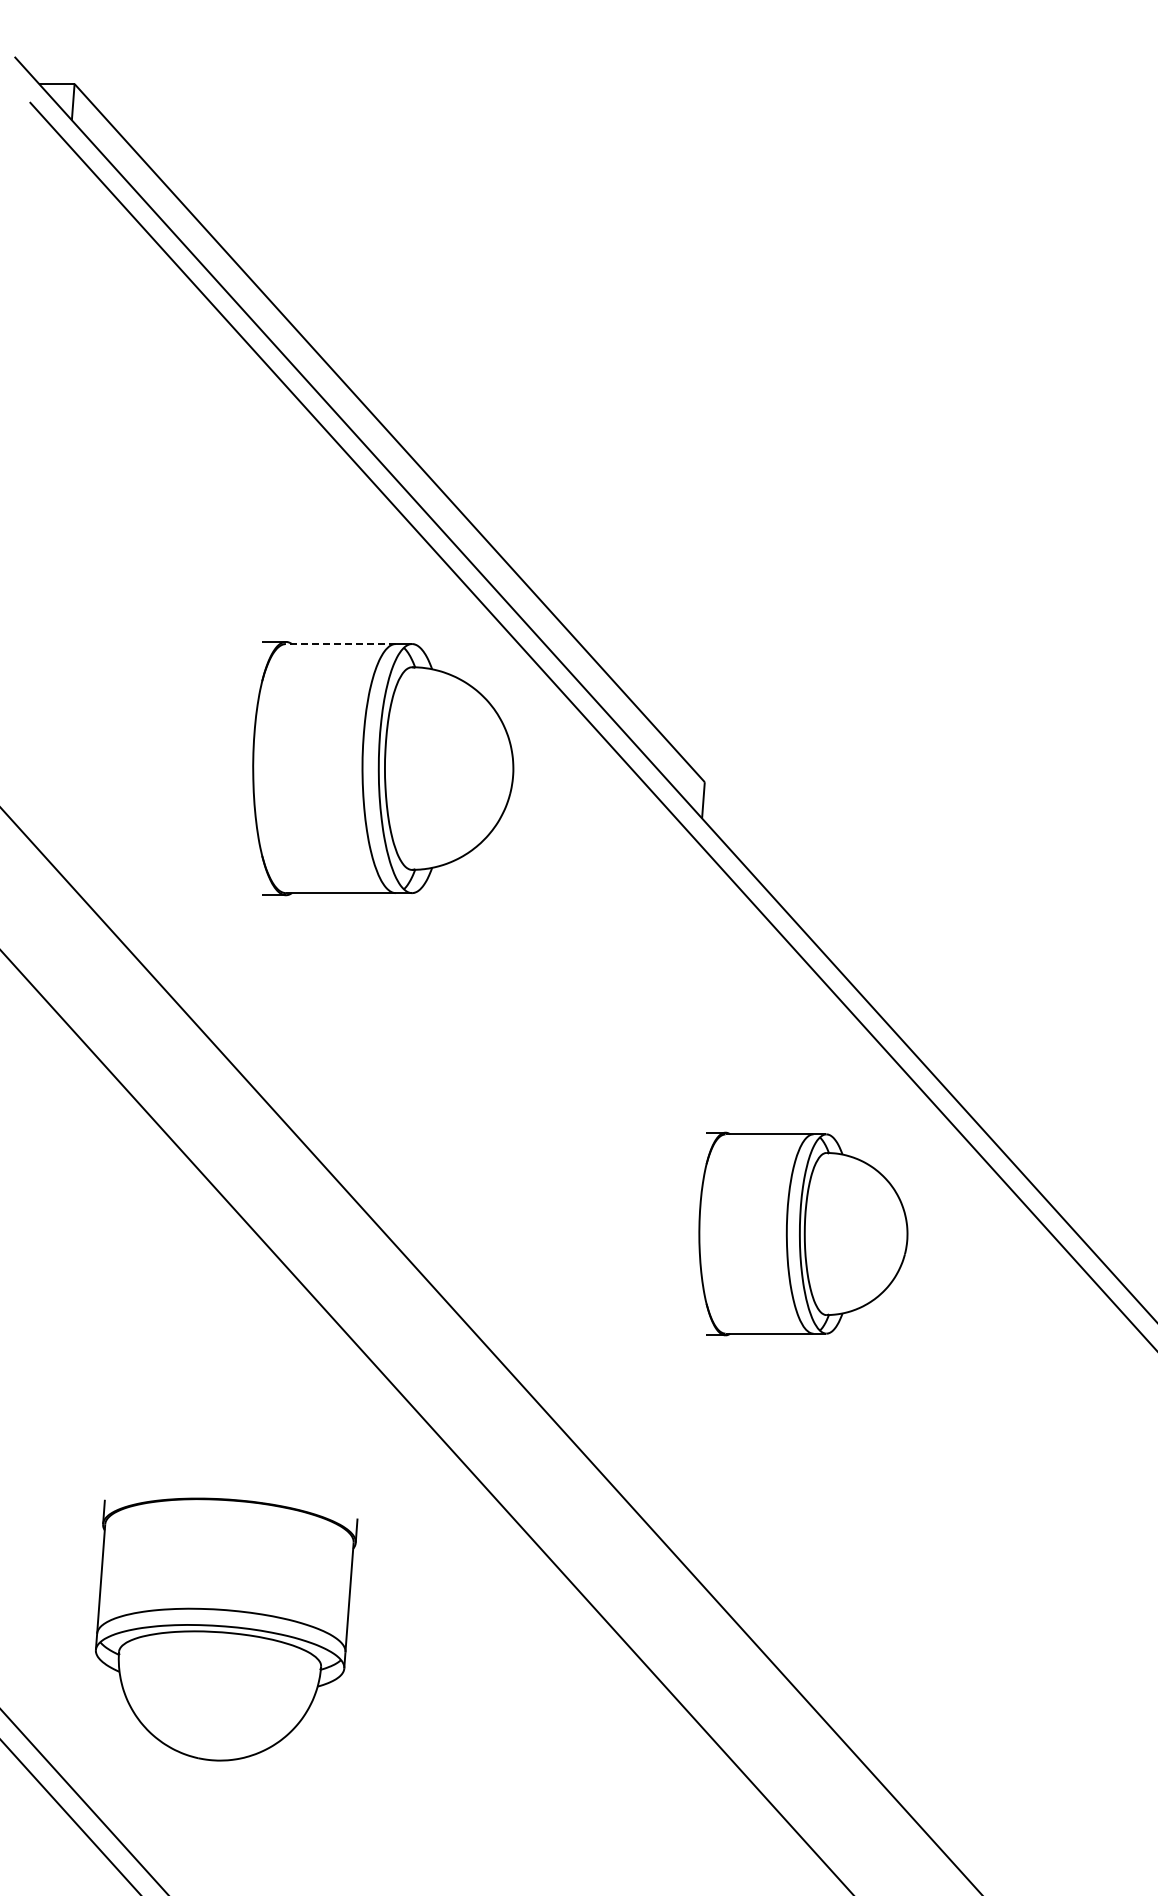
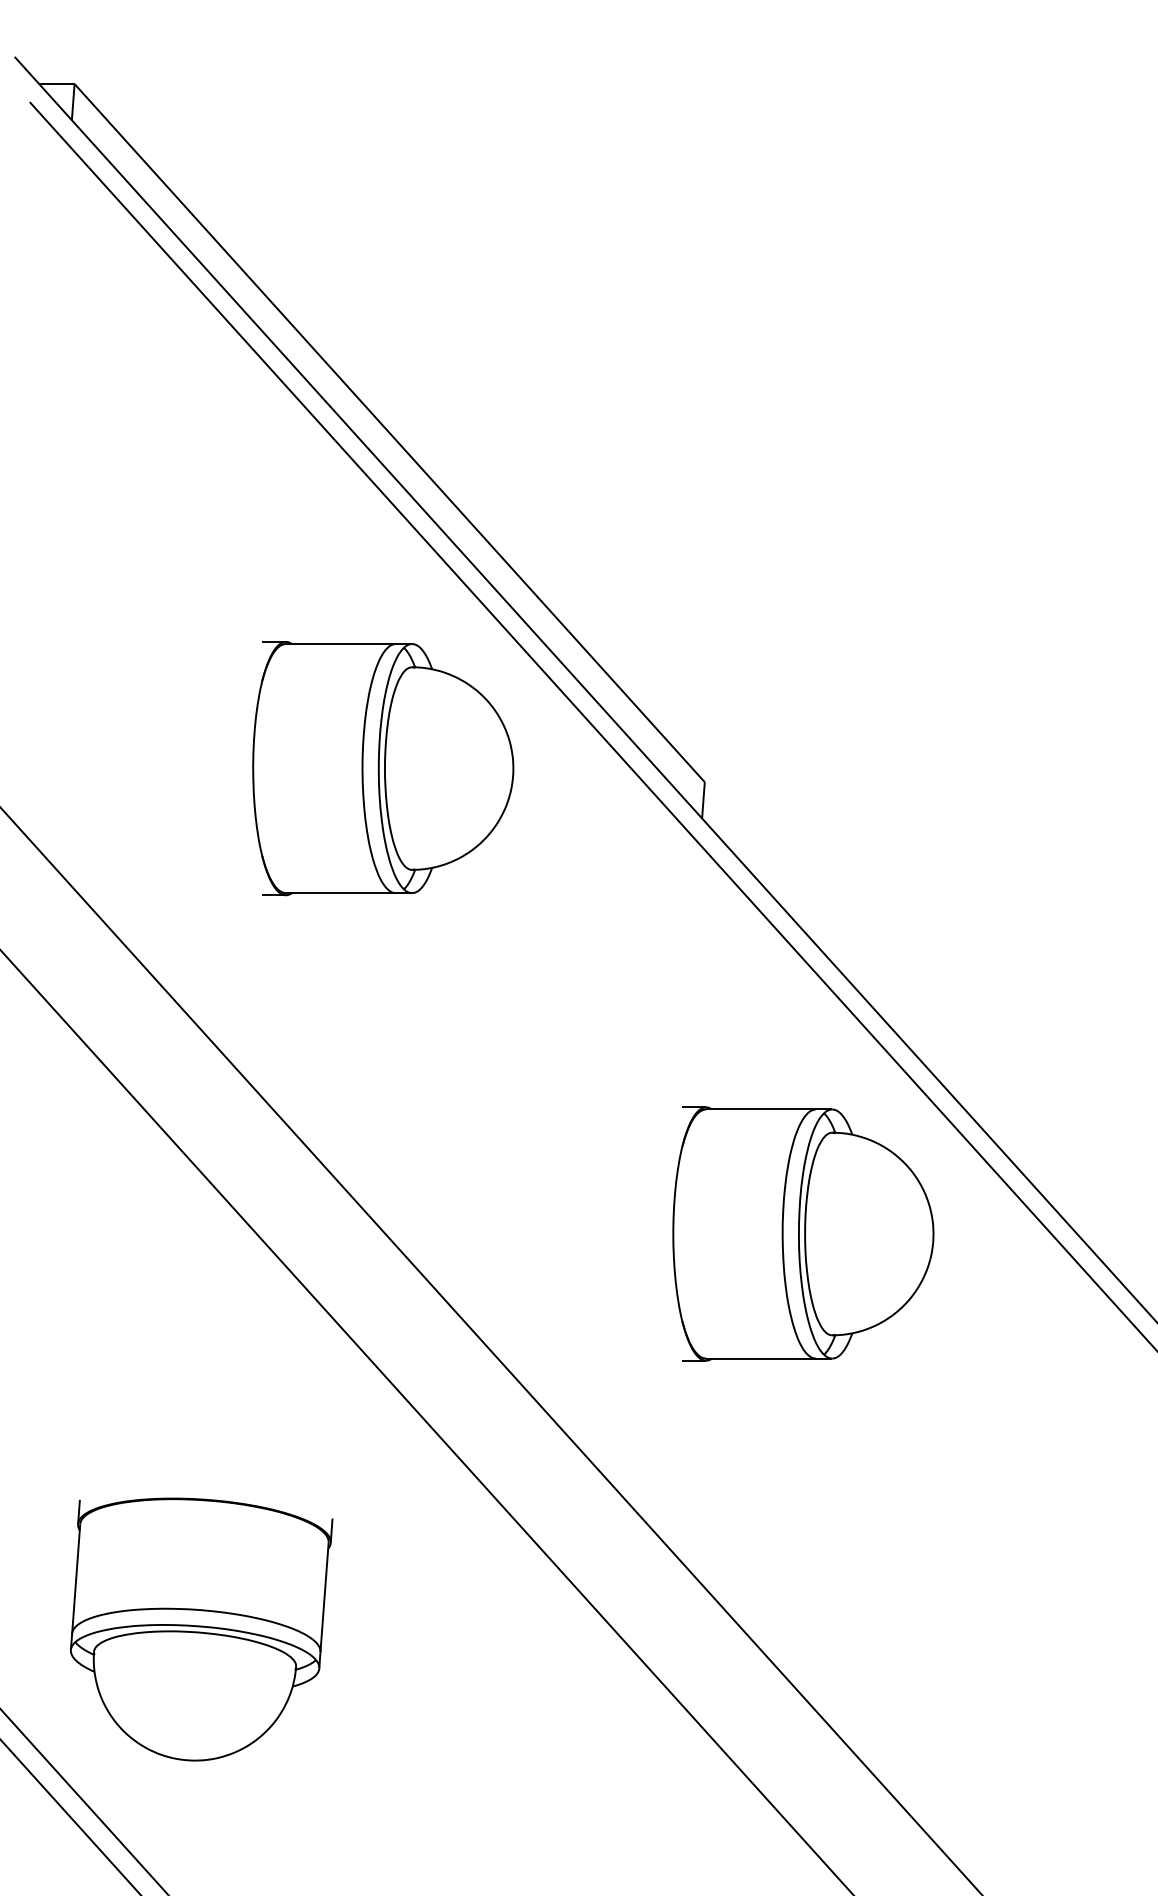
line at (340, 644): dashed -> solid
part at (803, 1233) size: 211x206 px -> 263x256 px
part at (226, 1629) position: (226, 1629) -> (201, 1629)
